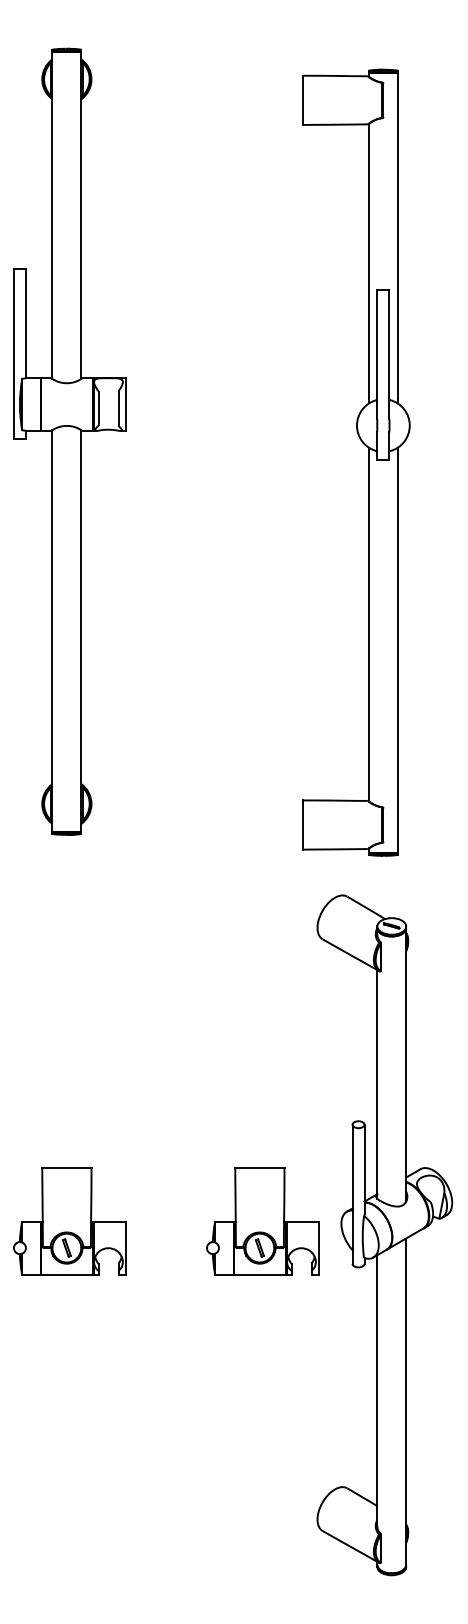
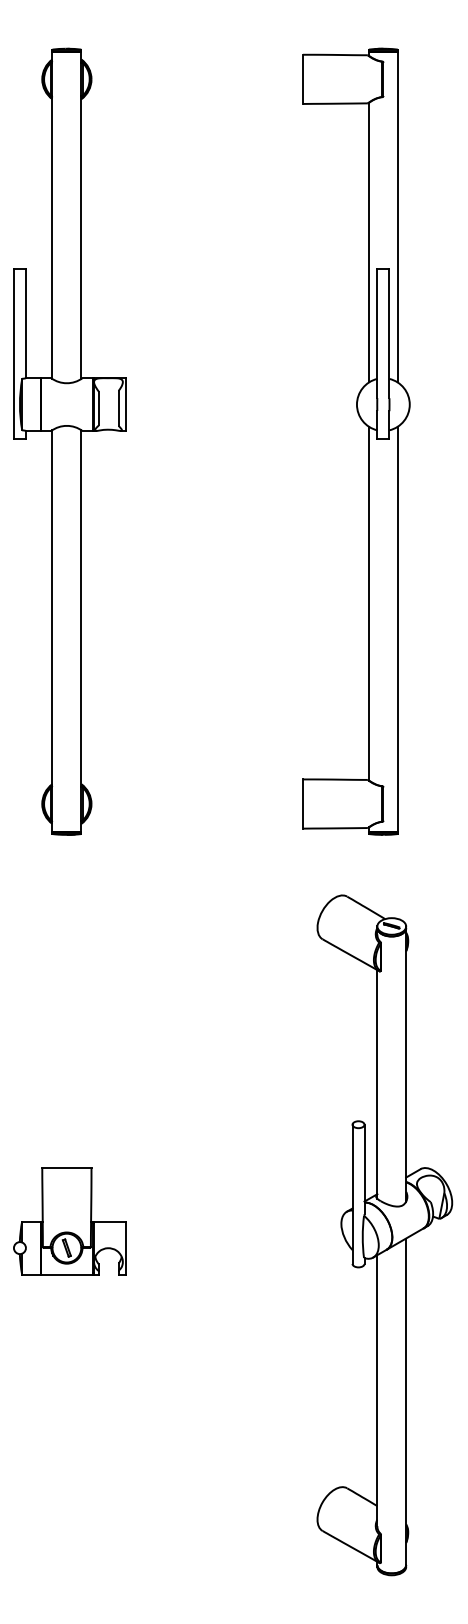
part at (368, 462) position: (368, 462) -> (368, 441)
part at (262, 1221): present -> none
